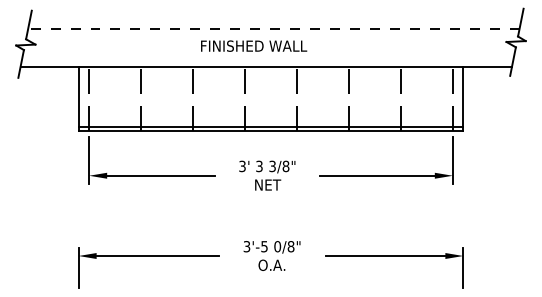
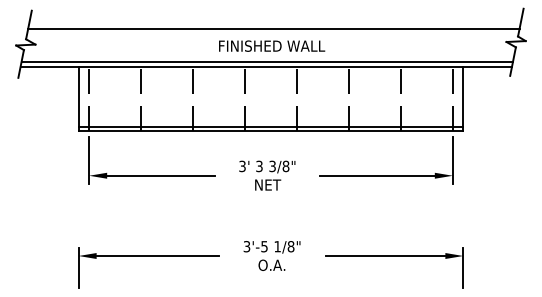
line at (273, 29): dashed -> solid
text at (254, 45) position: (254, 45) -> (272, 45)
line at (266, 62): none -> present
text at (277, 246): 0/8" -> 1/8"
